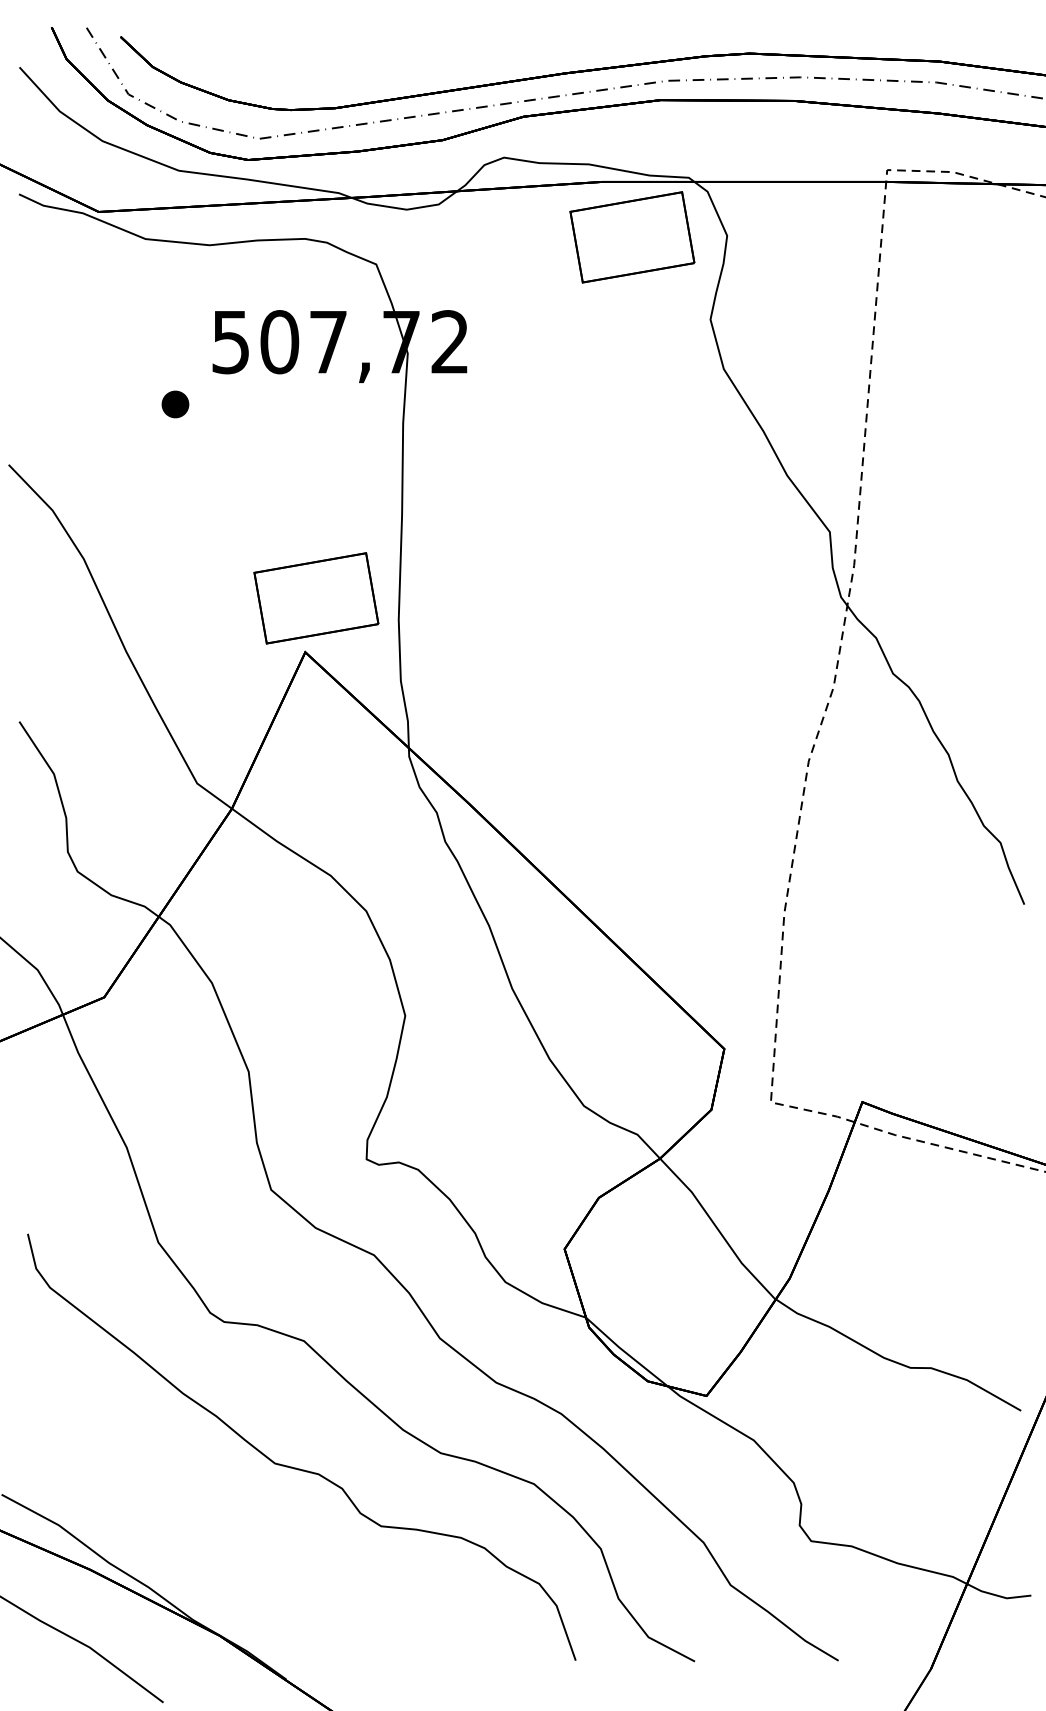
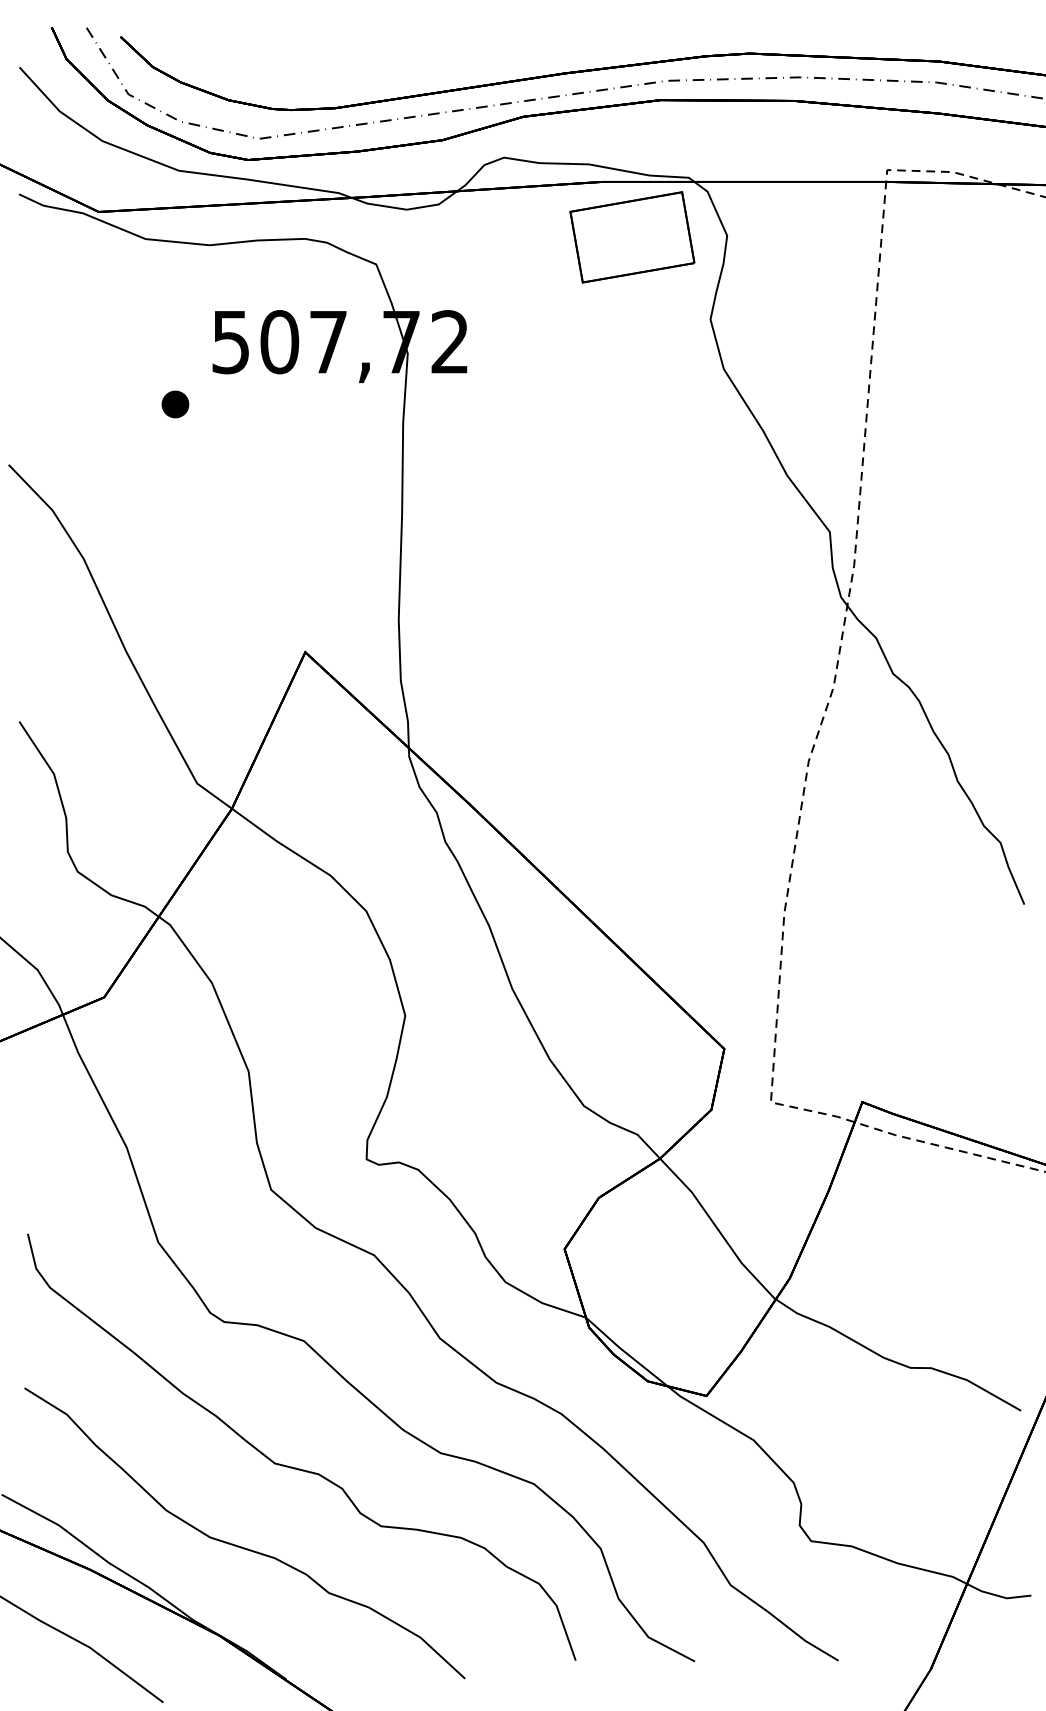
part at (316, 598): present -> none
curve at (239, 1545): none -> present
